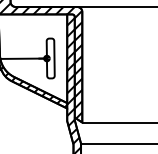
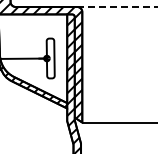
line at (117, 6): solid -> dashed
line at (117, 143): present -> none
